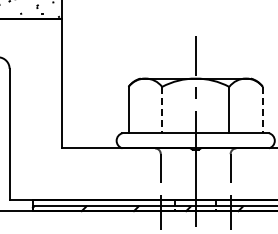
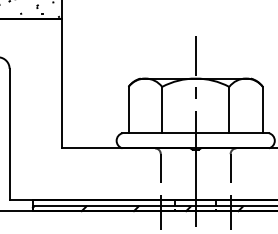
line at (162, 110): dashed -> solid
line at (262, 110): dashed -> solid
